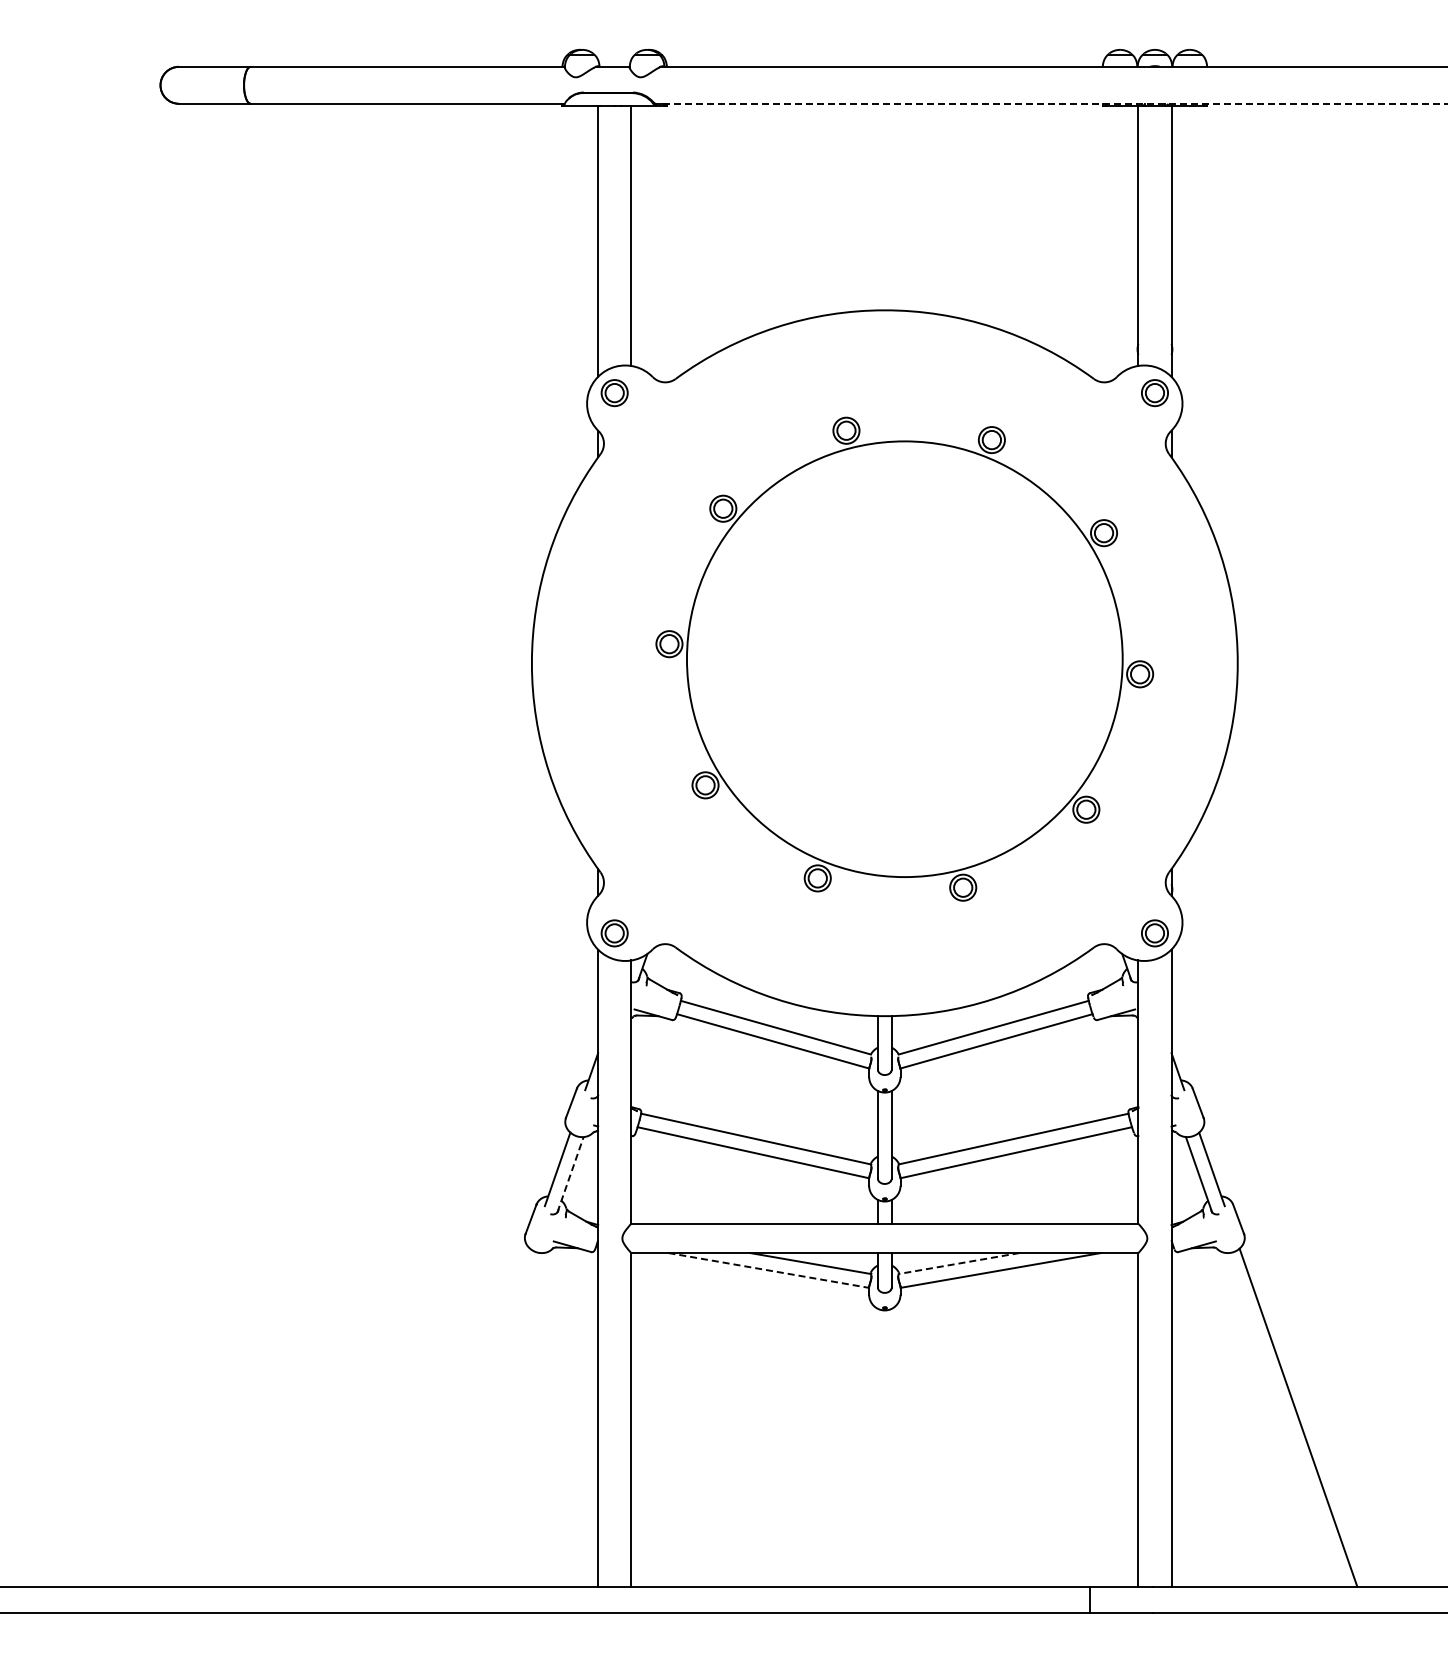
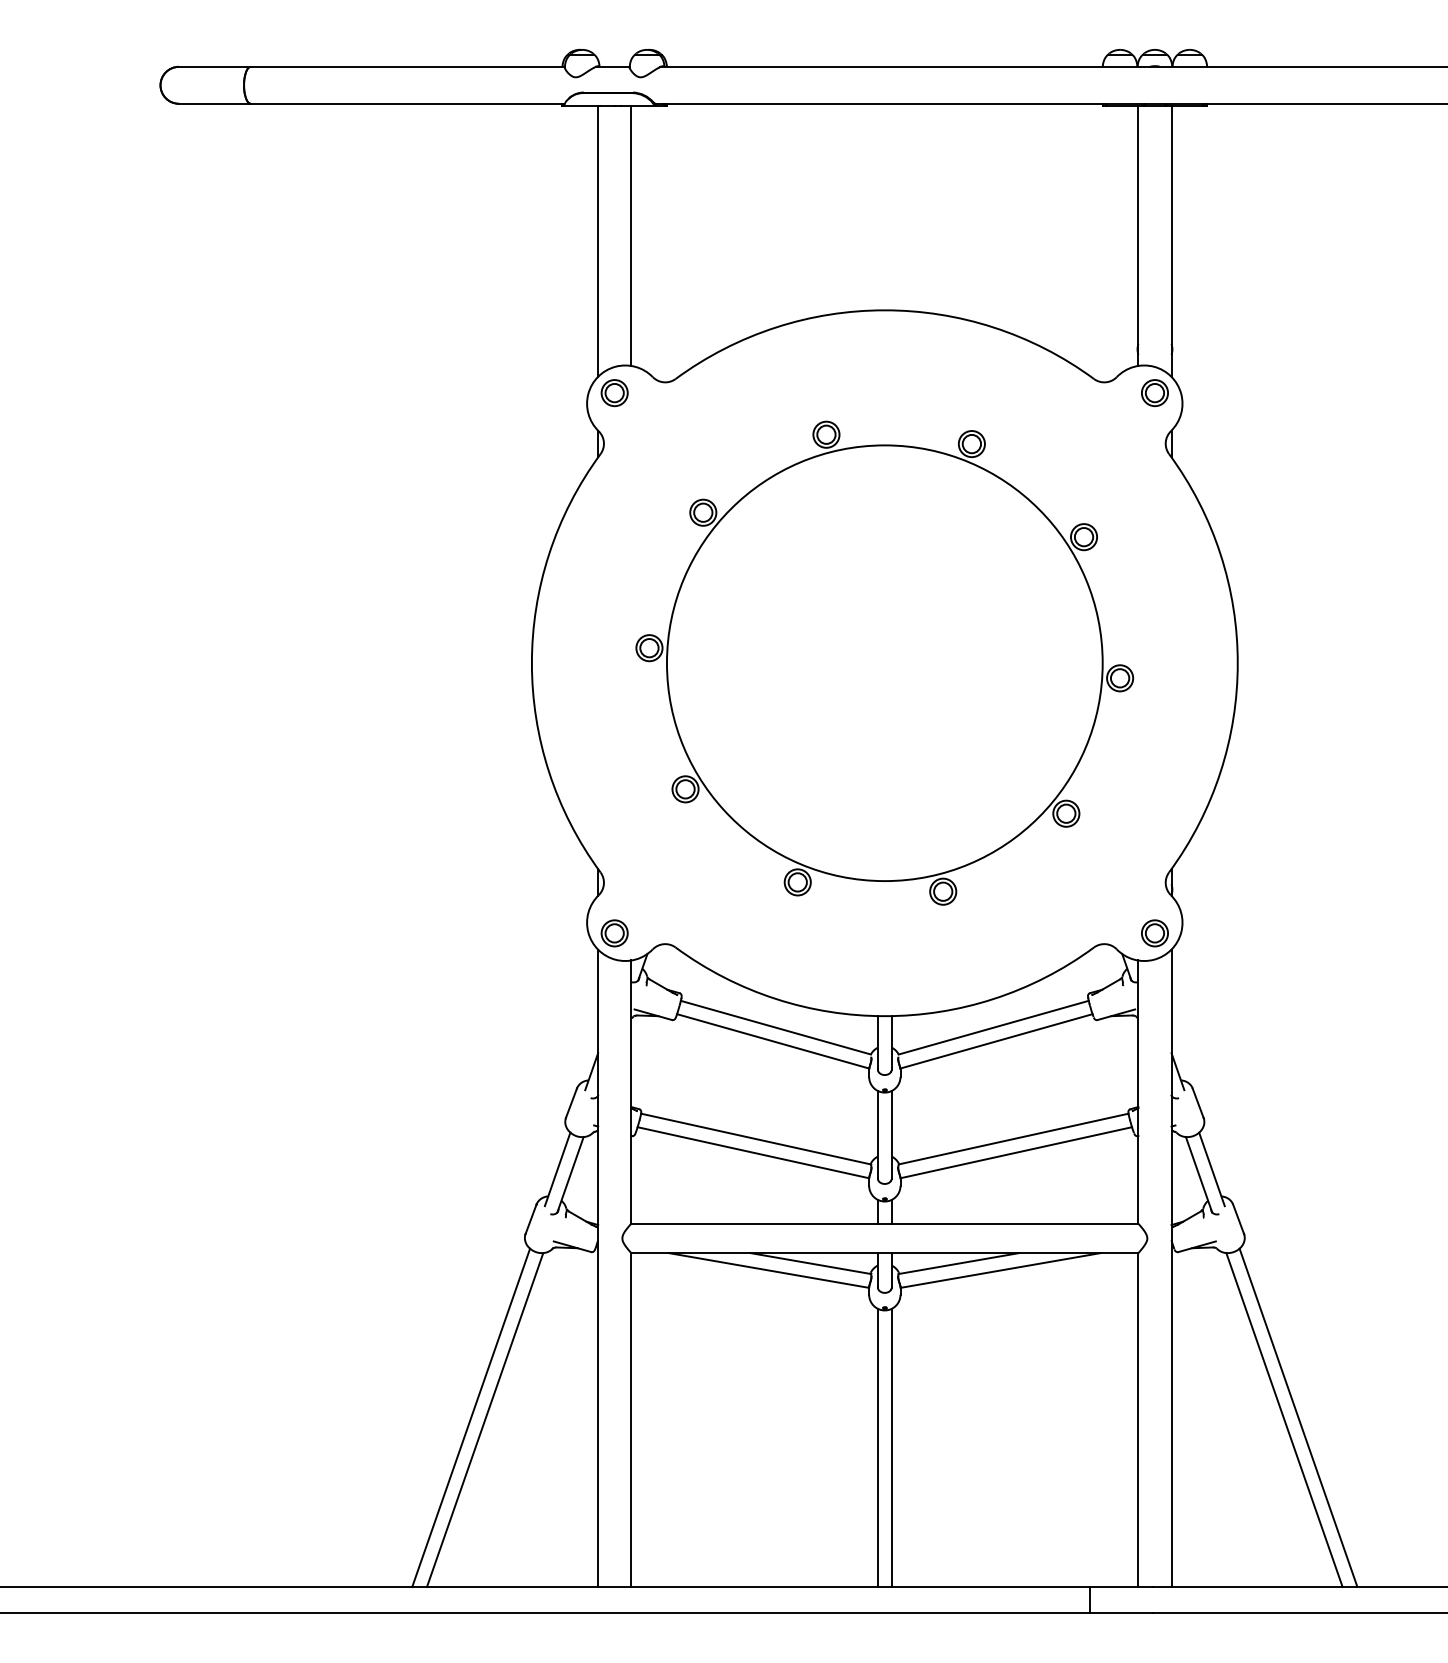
line at (1056, 103): dashed -> solid
part at (904, 658) position: (904, 658) -> (884, 662)
line at (570, 1174): dashed -> solid
line at (958, 1263): dashed -> solid
line at (768, 1270): dashed -> solid
line at (471, 1417): none -> present
line at (485, 1419): none -> present
line at (1284, 1419): none -> present
line at (877, 1447): none -> present
line at (891, 1447): none -> present
